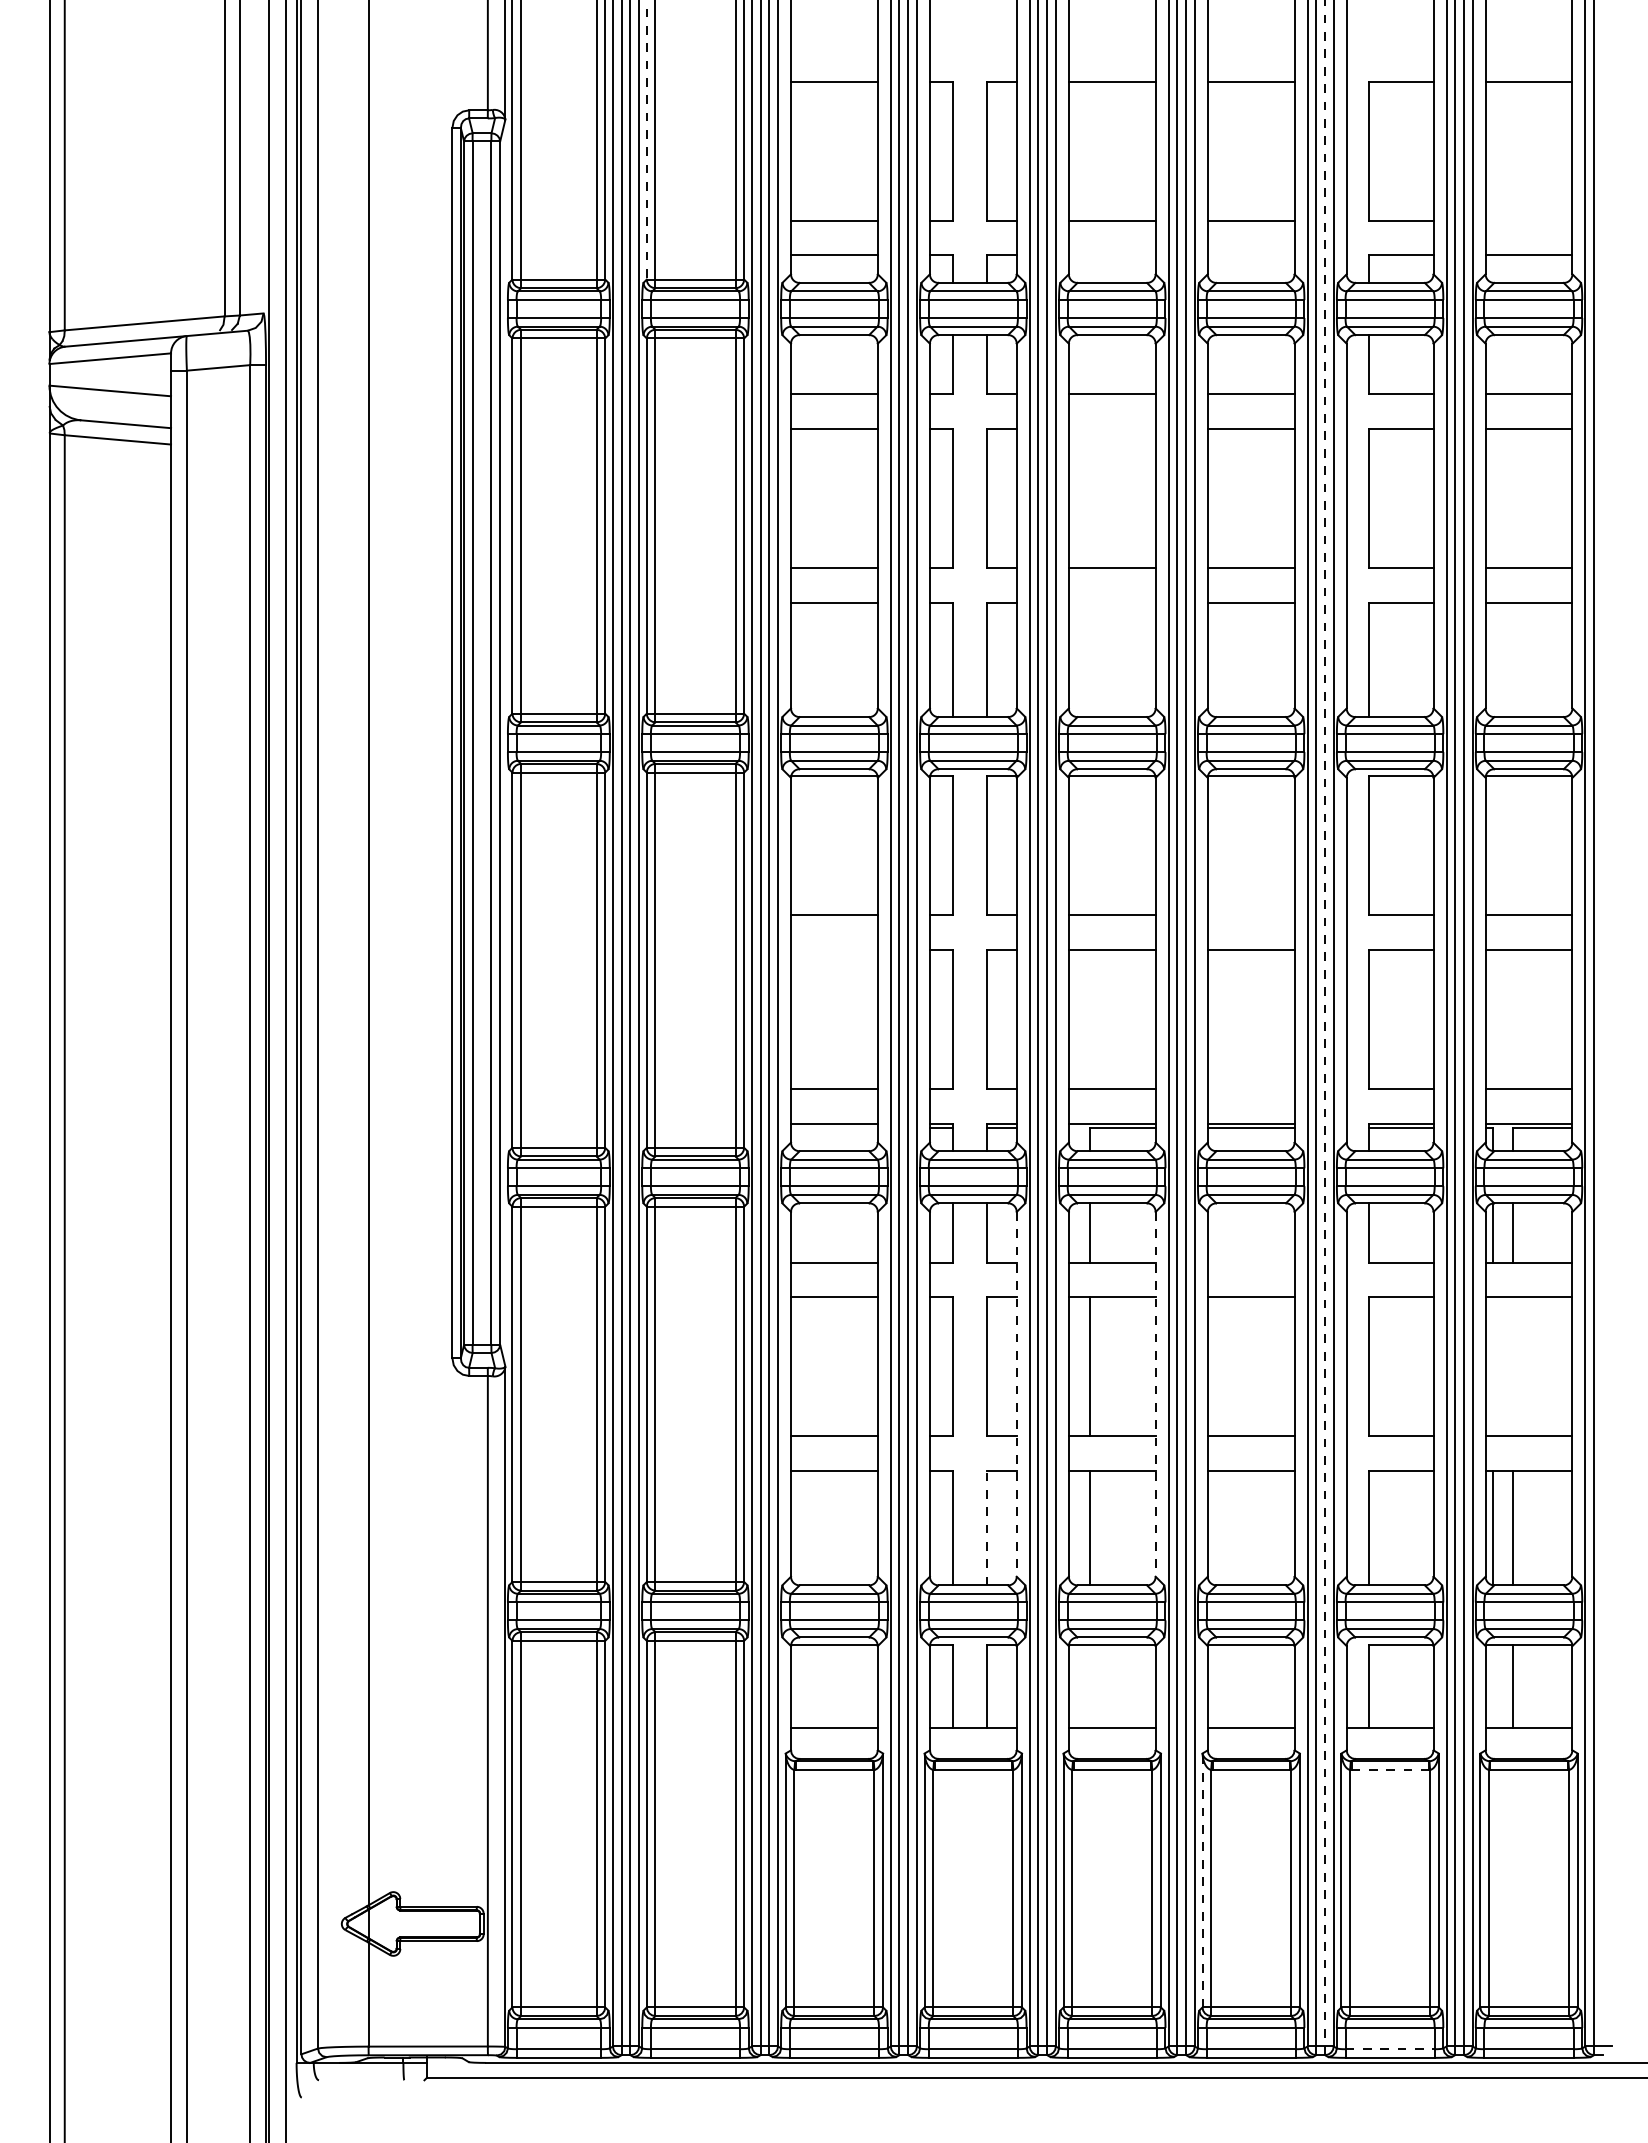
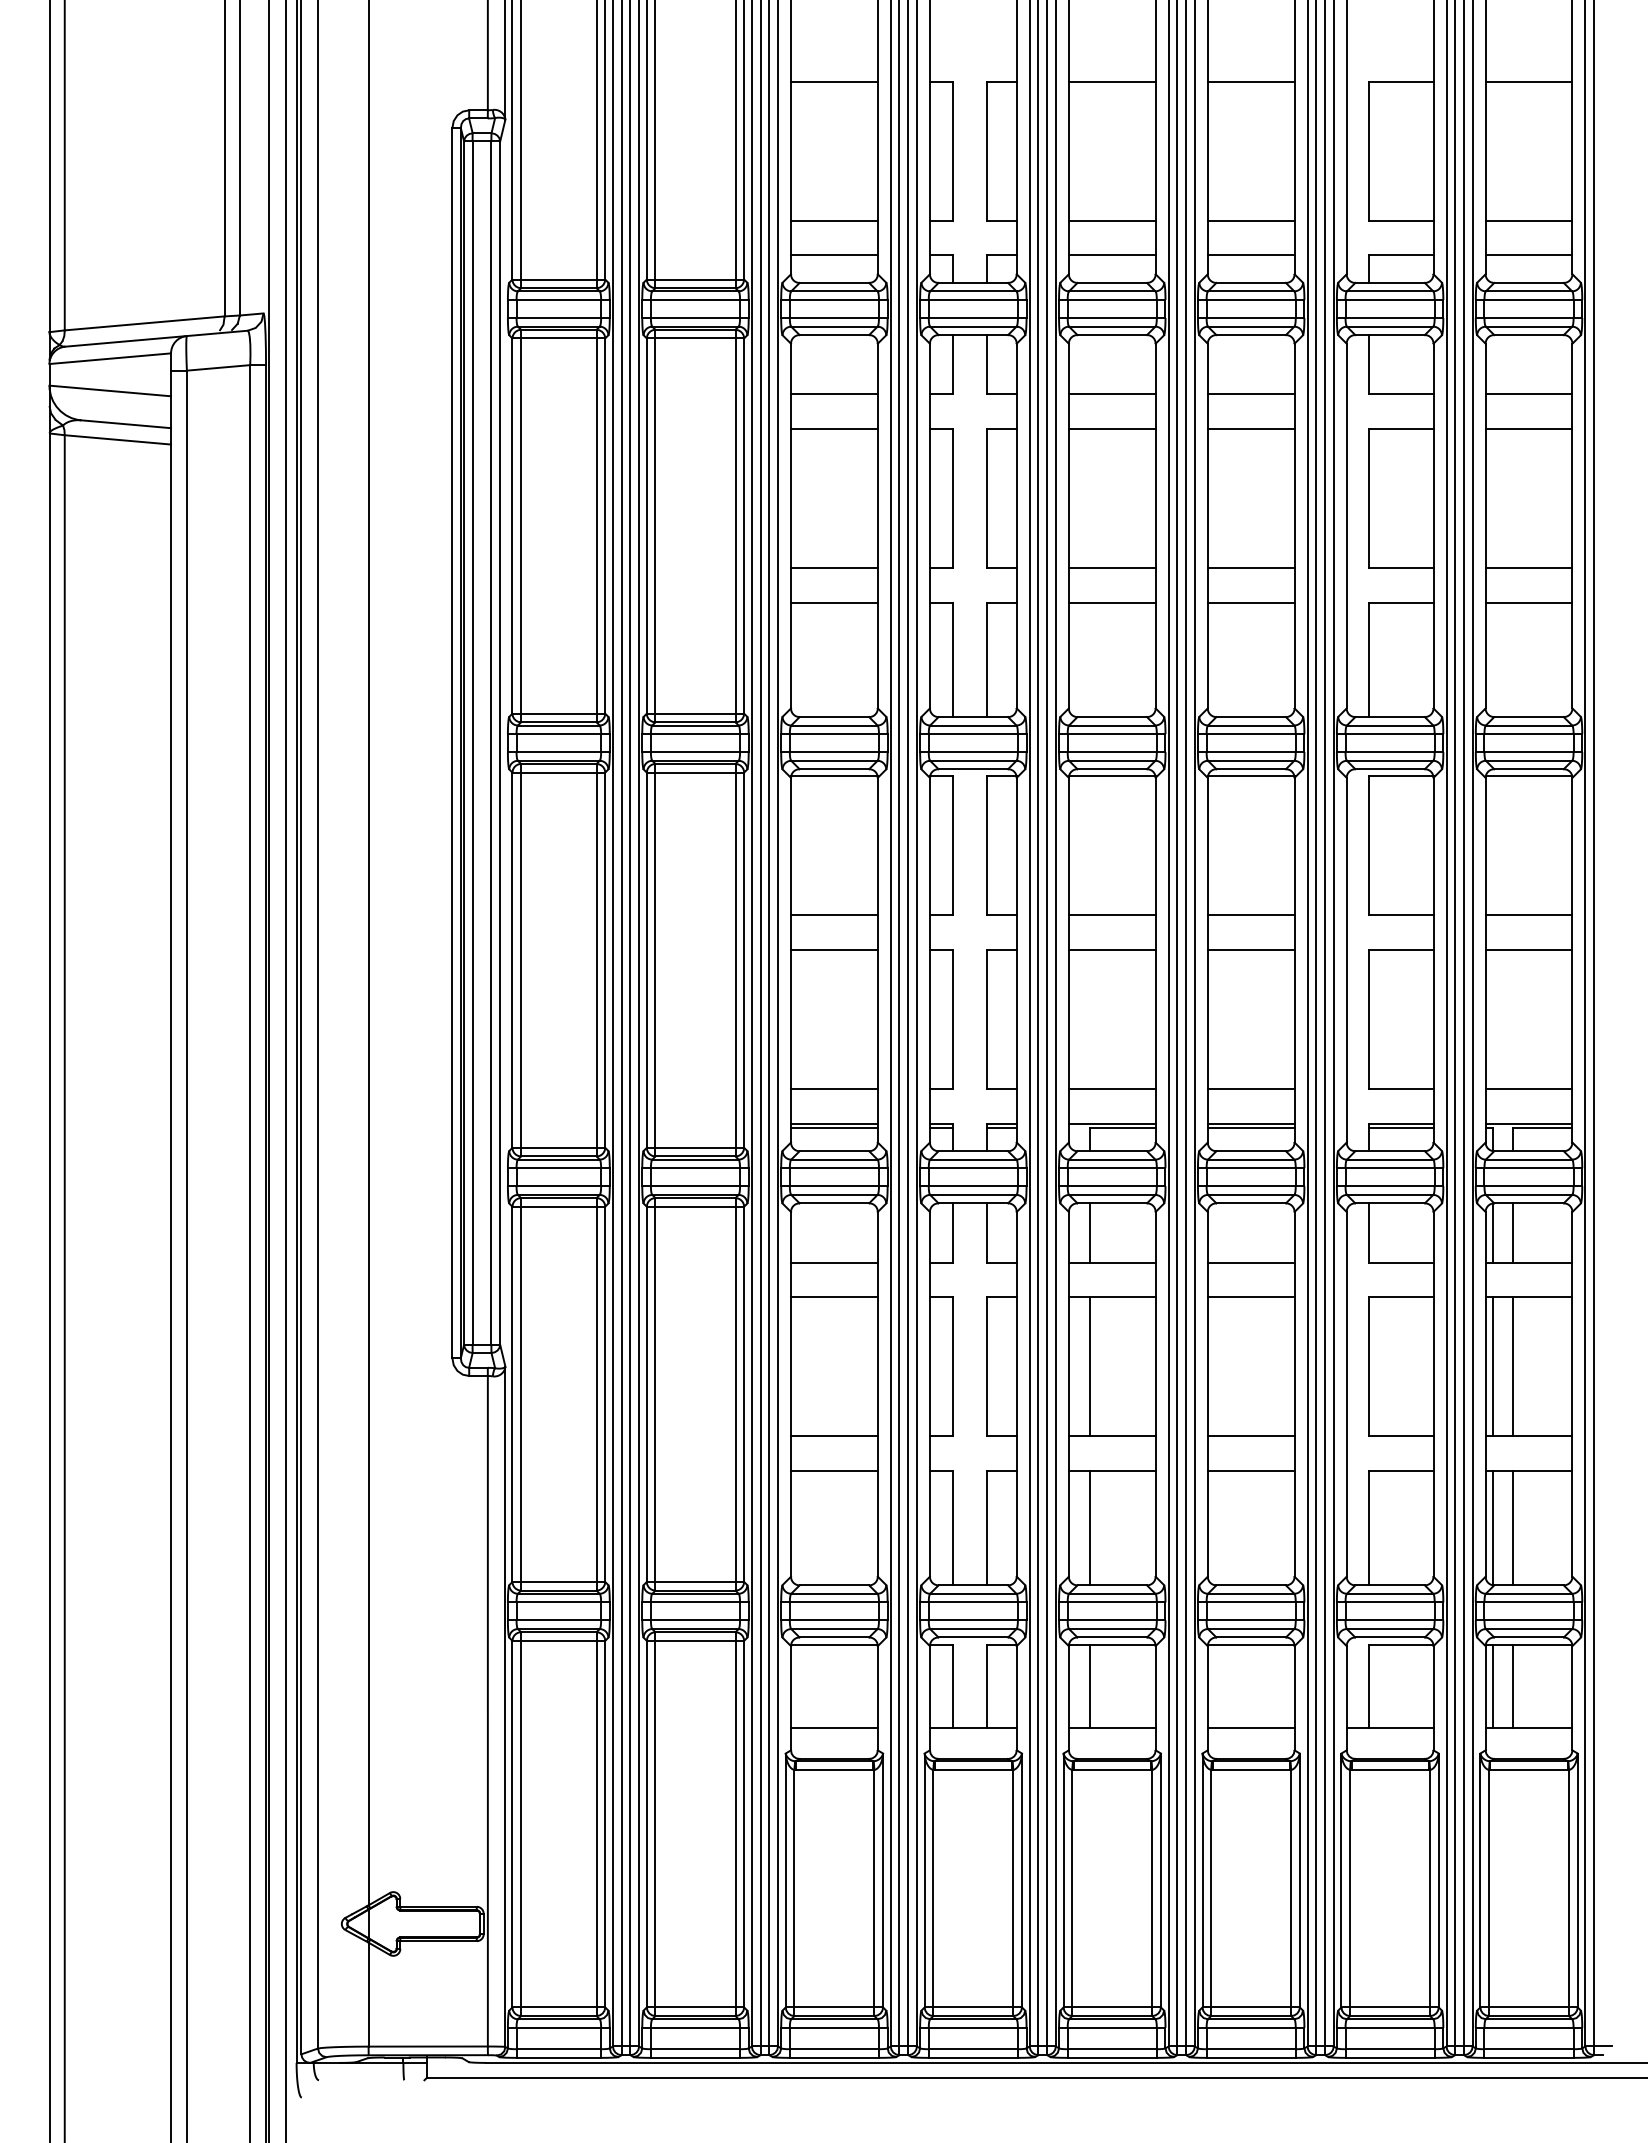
line at (646, 139): dashed -> solid
line at (1528, 220): none -> present
line at (1111, 255): none -> present
line at (1250, 255): none -> present
line at (1111, 428): none -> present
line at (1111, 602): none -> present
line at (1250, 915): none -> present
line at (834, 949): none -> present
line at (1325, 1027): dashed -> solid
line at (1250, 1088): none -> present
line at (834, 1128): none -> present
line at (1250, 1262): none -> present
line at (1492, 1366): none -> present
line at (1513, 1366): none -> present
line at (1016, 1394): dashed -> solid
line at (1155, 1394): dashed -> solid
line at (987, 1527): dashed -> solid
line at (1089, 1685): none -> present
line at (1492, 1685): none -> present
line at (1390, 1770): dashed -> solid
line at (1202, 1880): dashed -> solid
line at (1390, 2049): dashed -> solid
